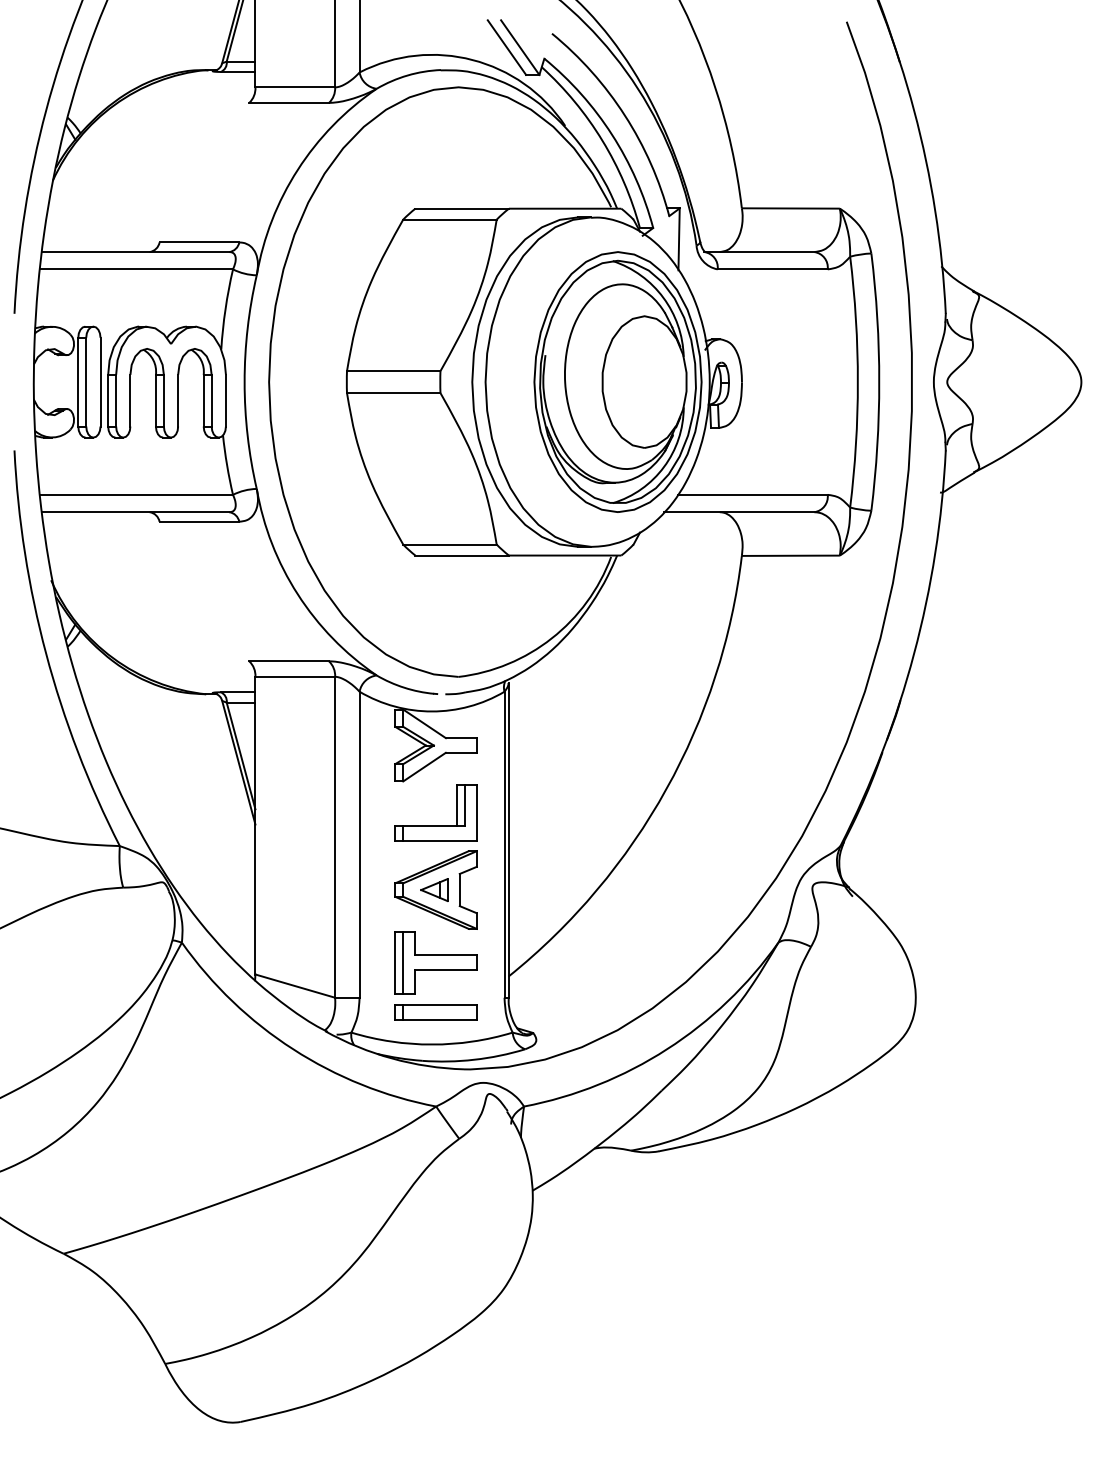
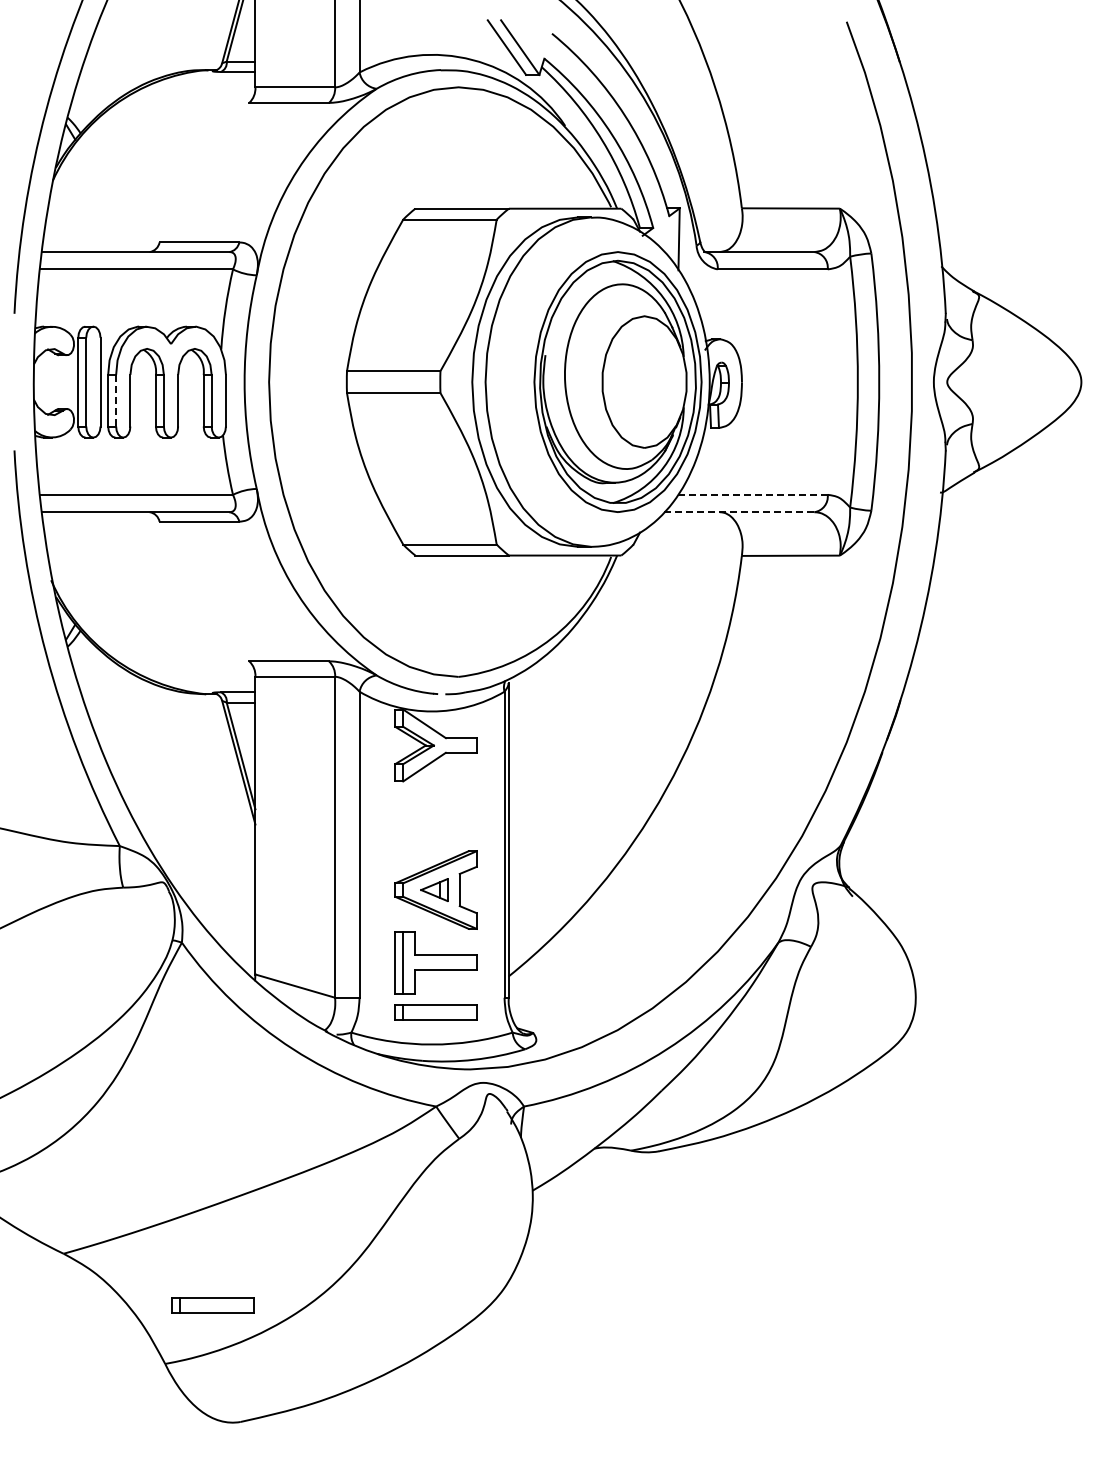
line at (116, 400): solid -> dashed
line at (752, 494): solid -> dashed
line at (738, 512): solid -> dashed
part at (435, 825): present -> none
part at (212, 1305): none -> present
